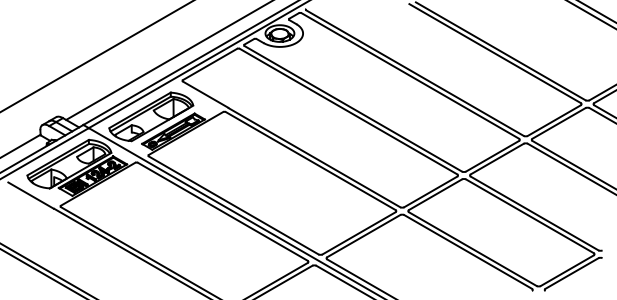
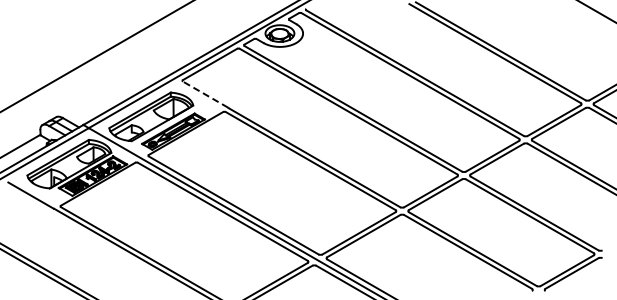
line at (591, 14): present -> none
line at (167, 60): present -> none
line at (205, 94): solid -> dashed
